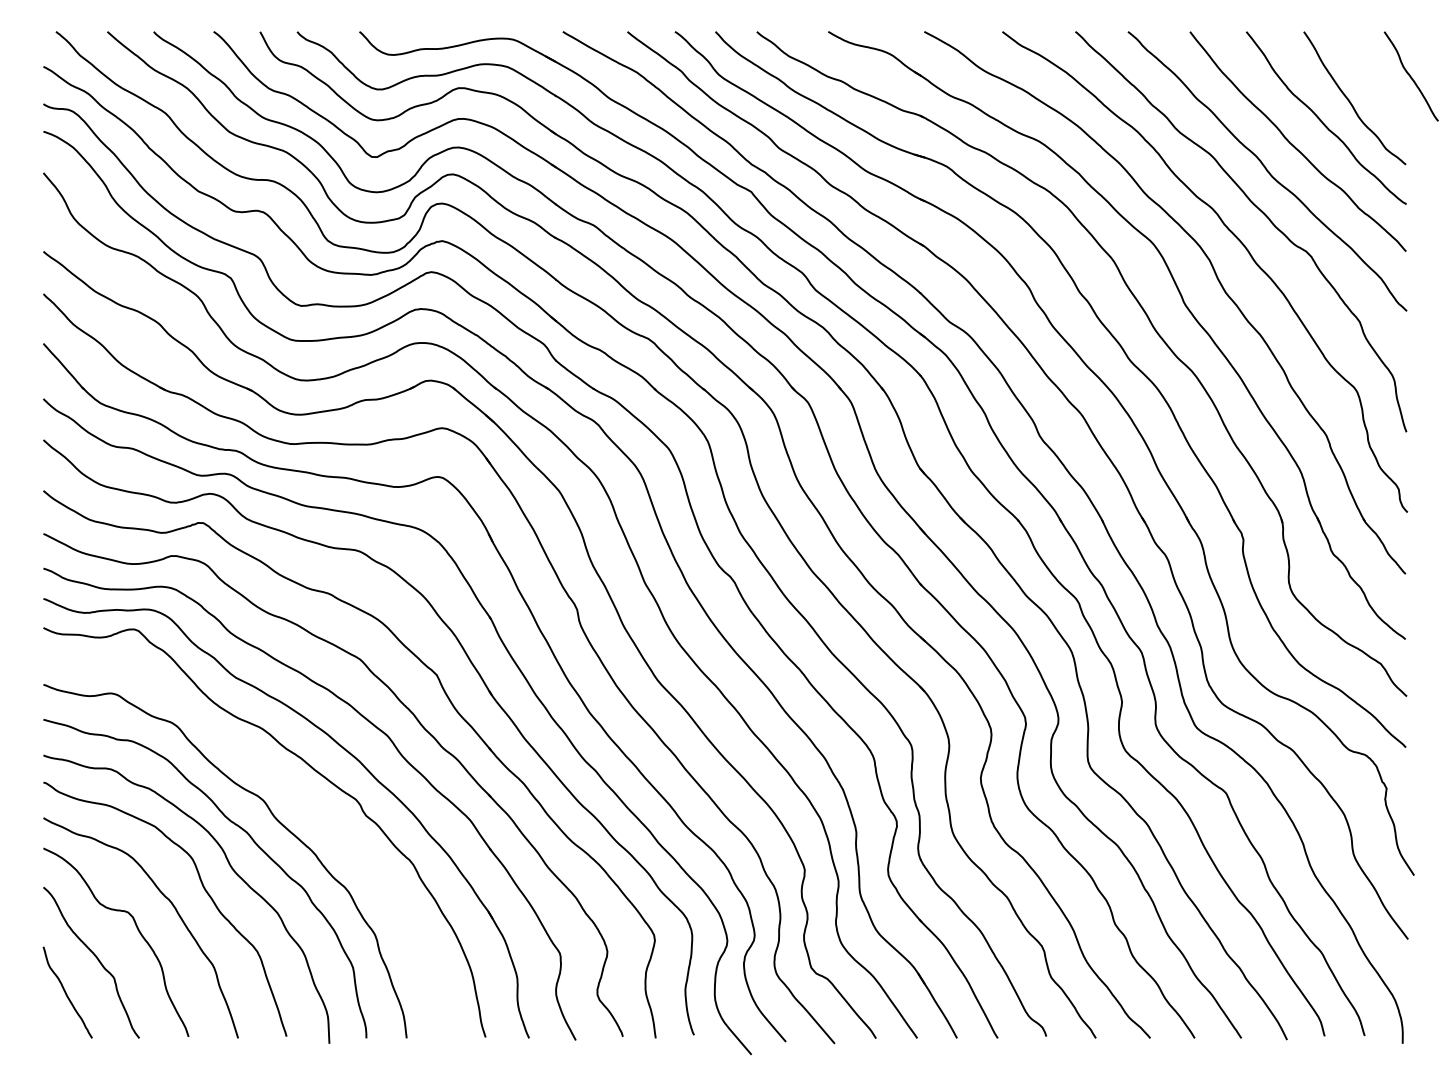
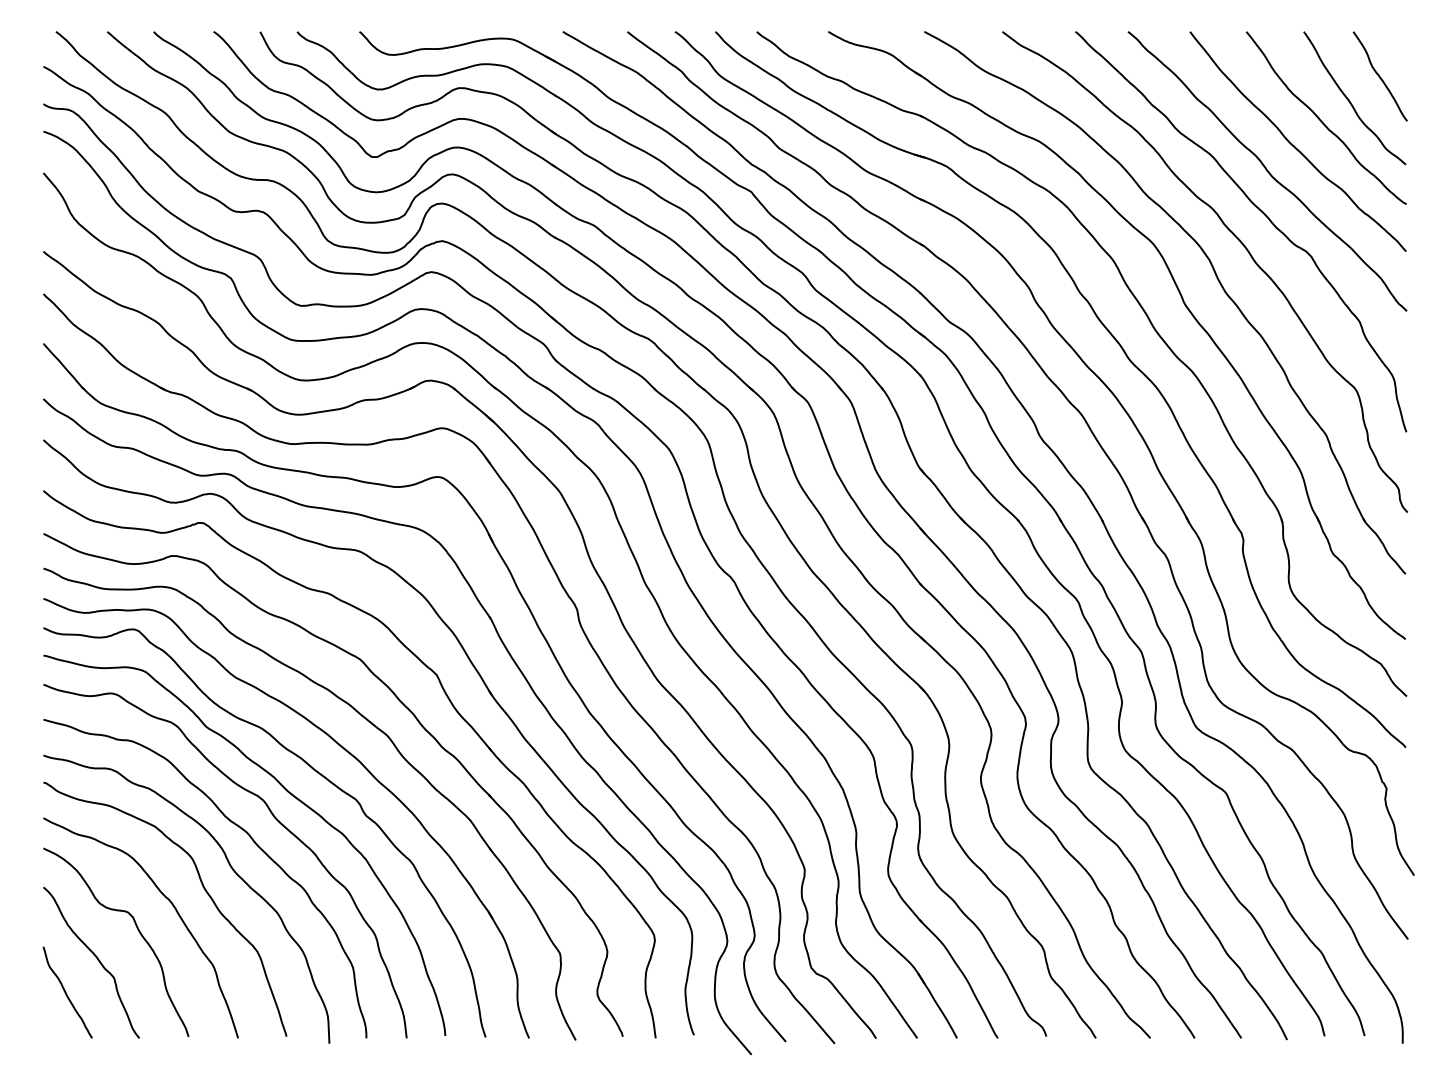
curve at (1410, 76) position: (1410, 76) -> (1379, 76)
curve at (288, 793): none -> present
